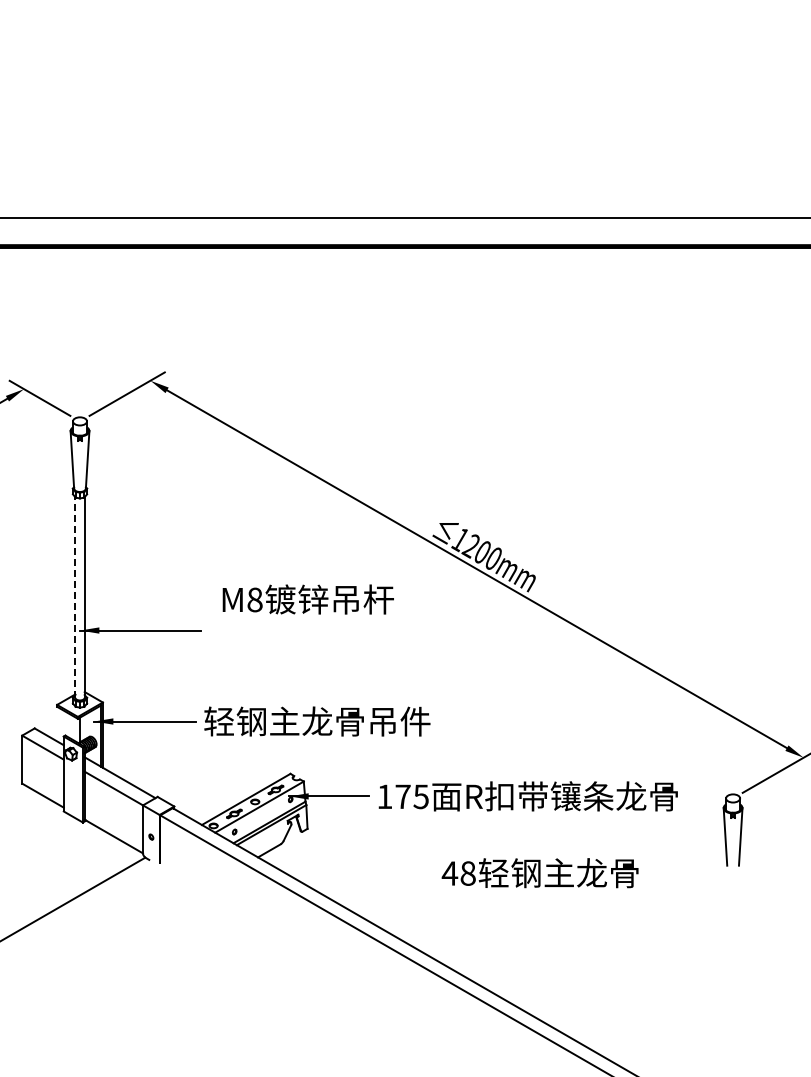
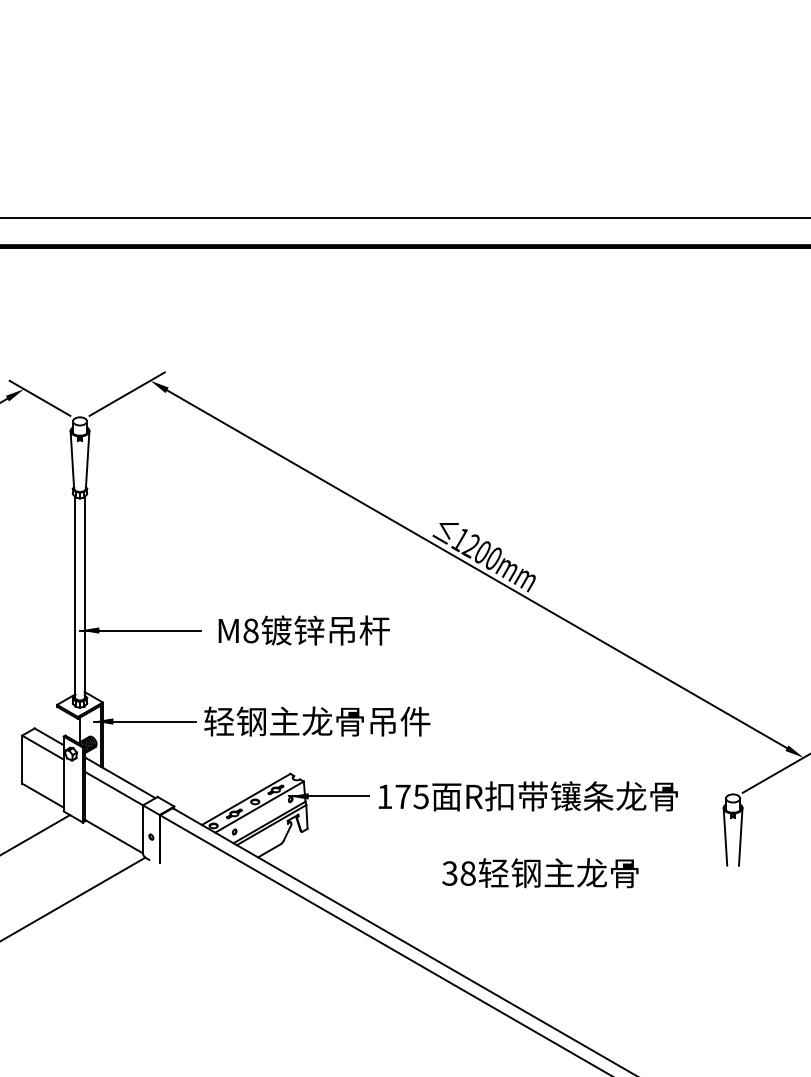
line at (75, 596): dashed -> solid
text at (307, 599) position: (307, 599) -> (303, 630)
line at (36, 834): none -> present
text at (449, 873): 48 -> 38
